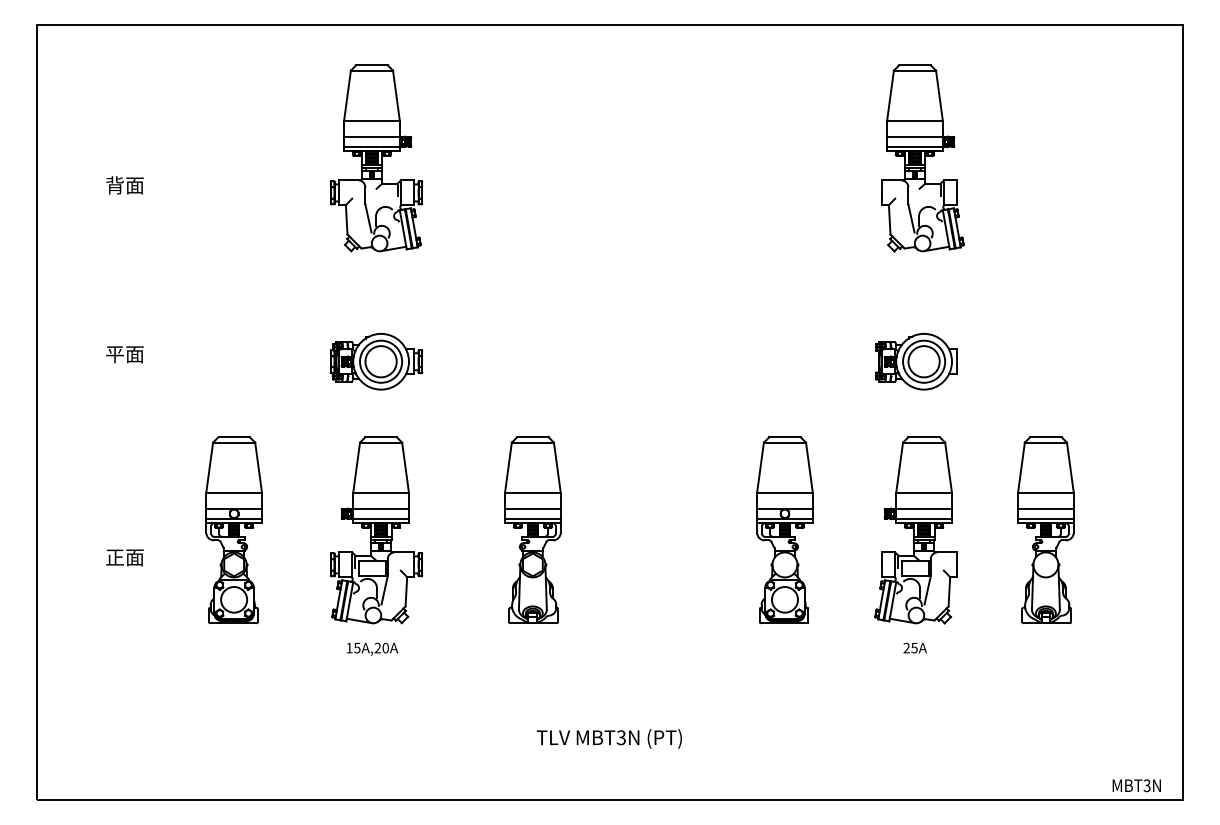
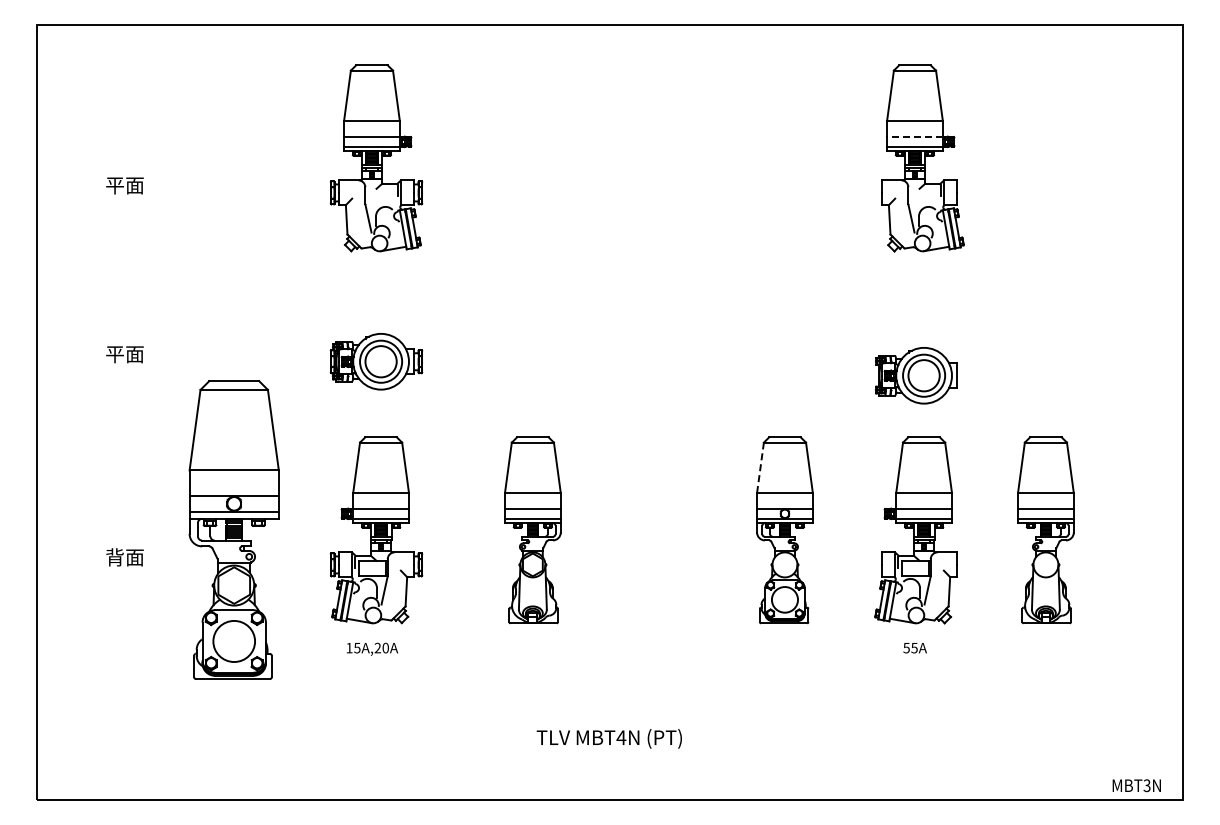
line at (914, 136): solid -> dashed
text at (114, 185): 背面 -> 平面
part at (916, 361) position: (916, 361) -> (916, 375)
line at (760, 467): solid -> dashed
part at (233, 530) size: 58x189 px -> 92x300 px
text at (114, 557): 正面 -> 背面
text at (906, 647): 25A -> 55A
text at (621, 737): MBT3N -> MBT4N
